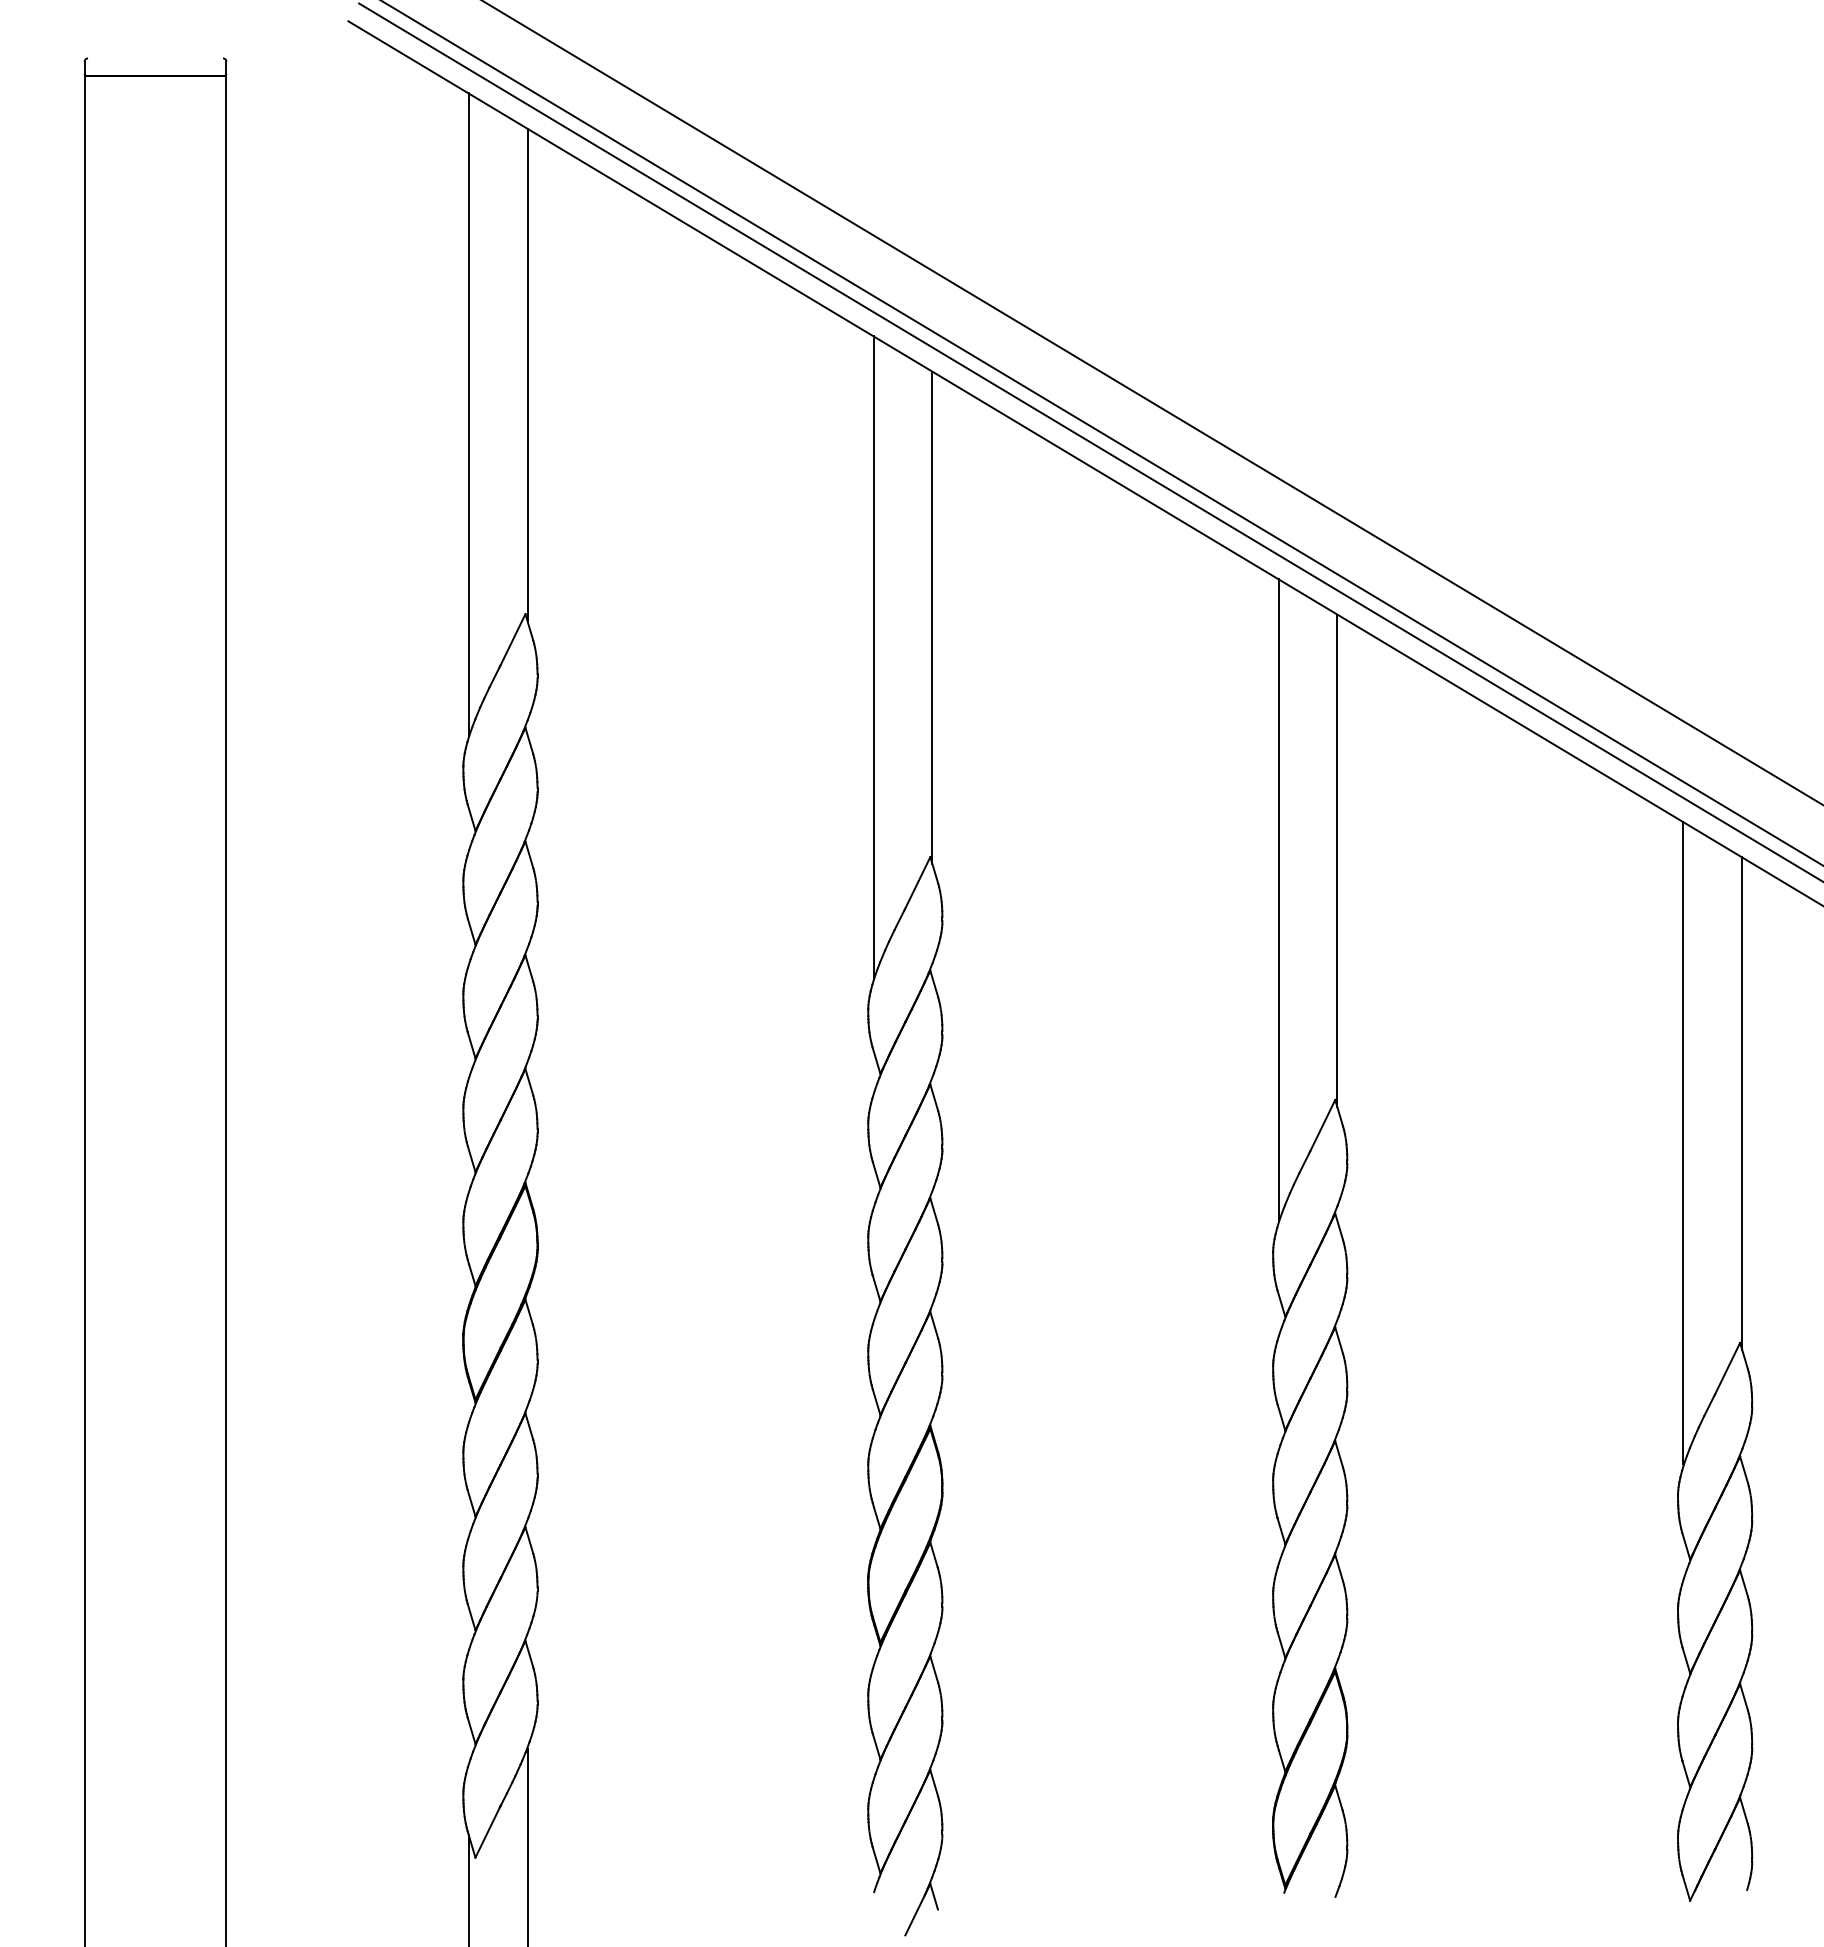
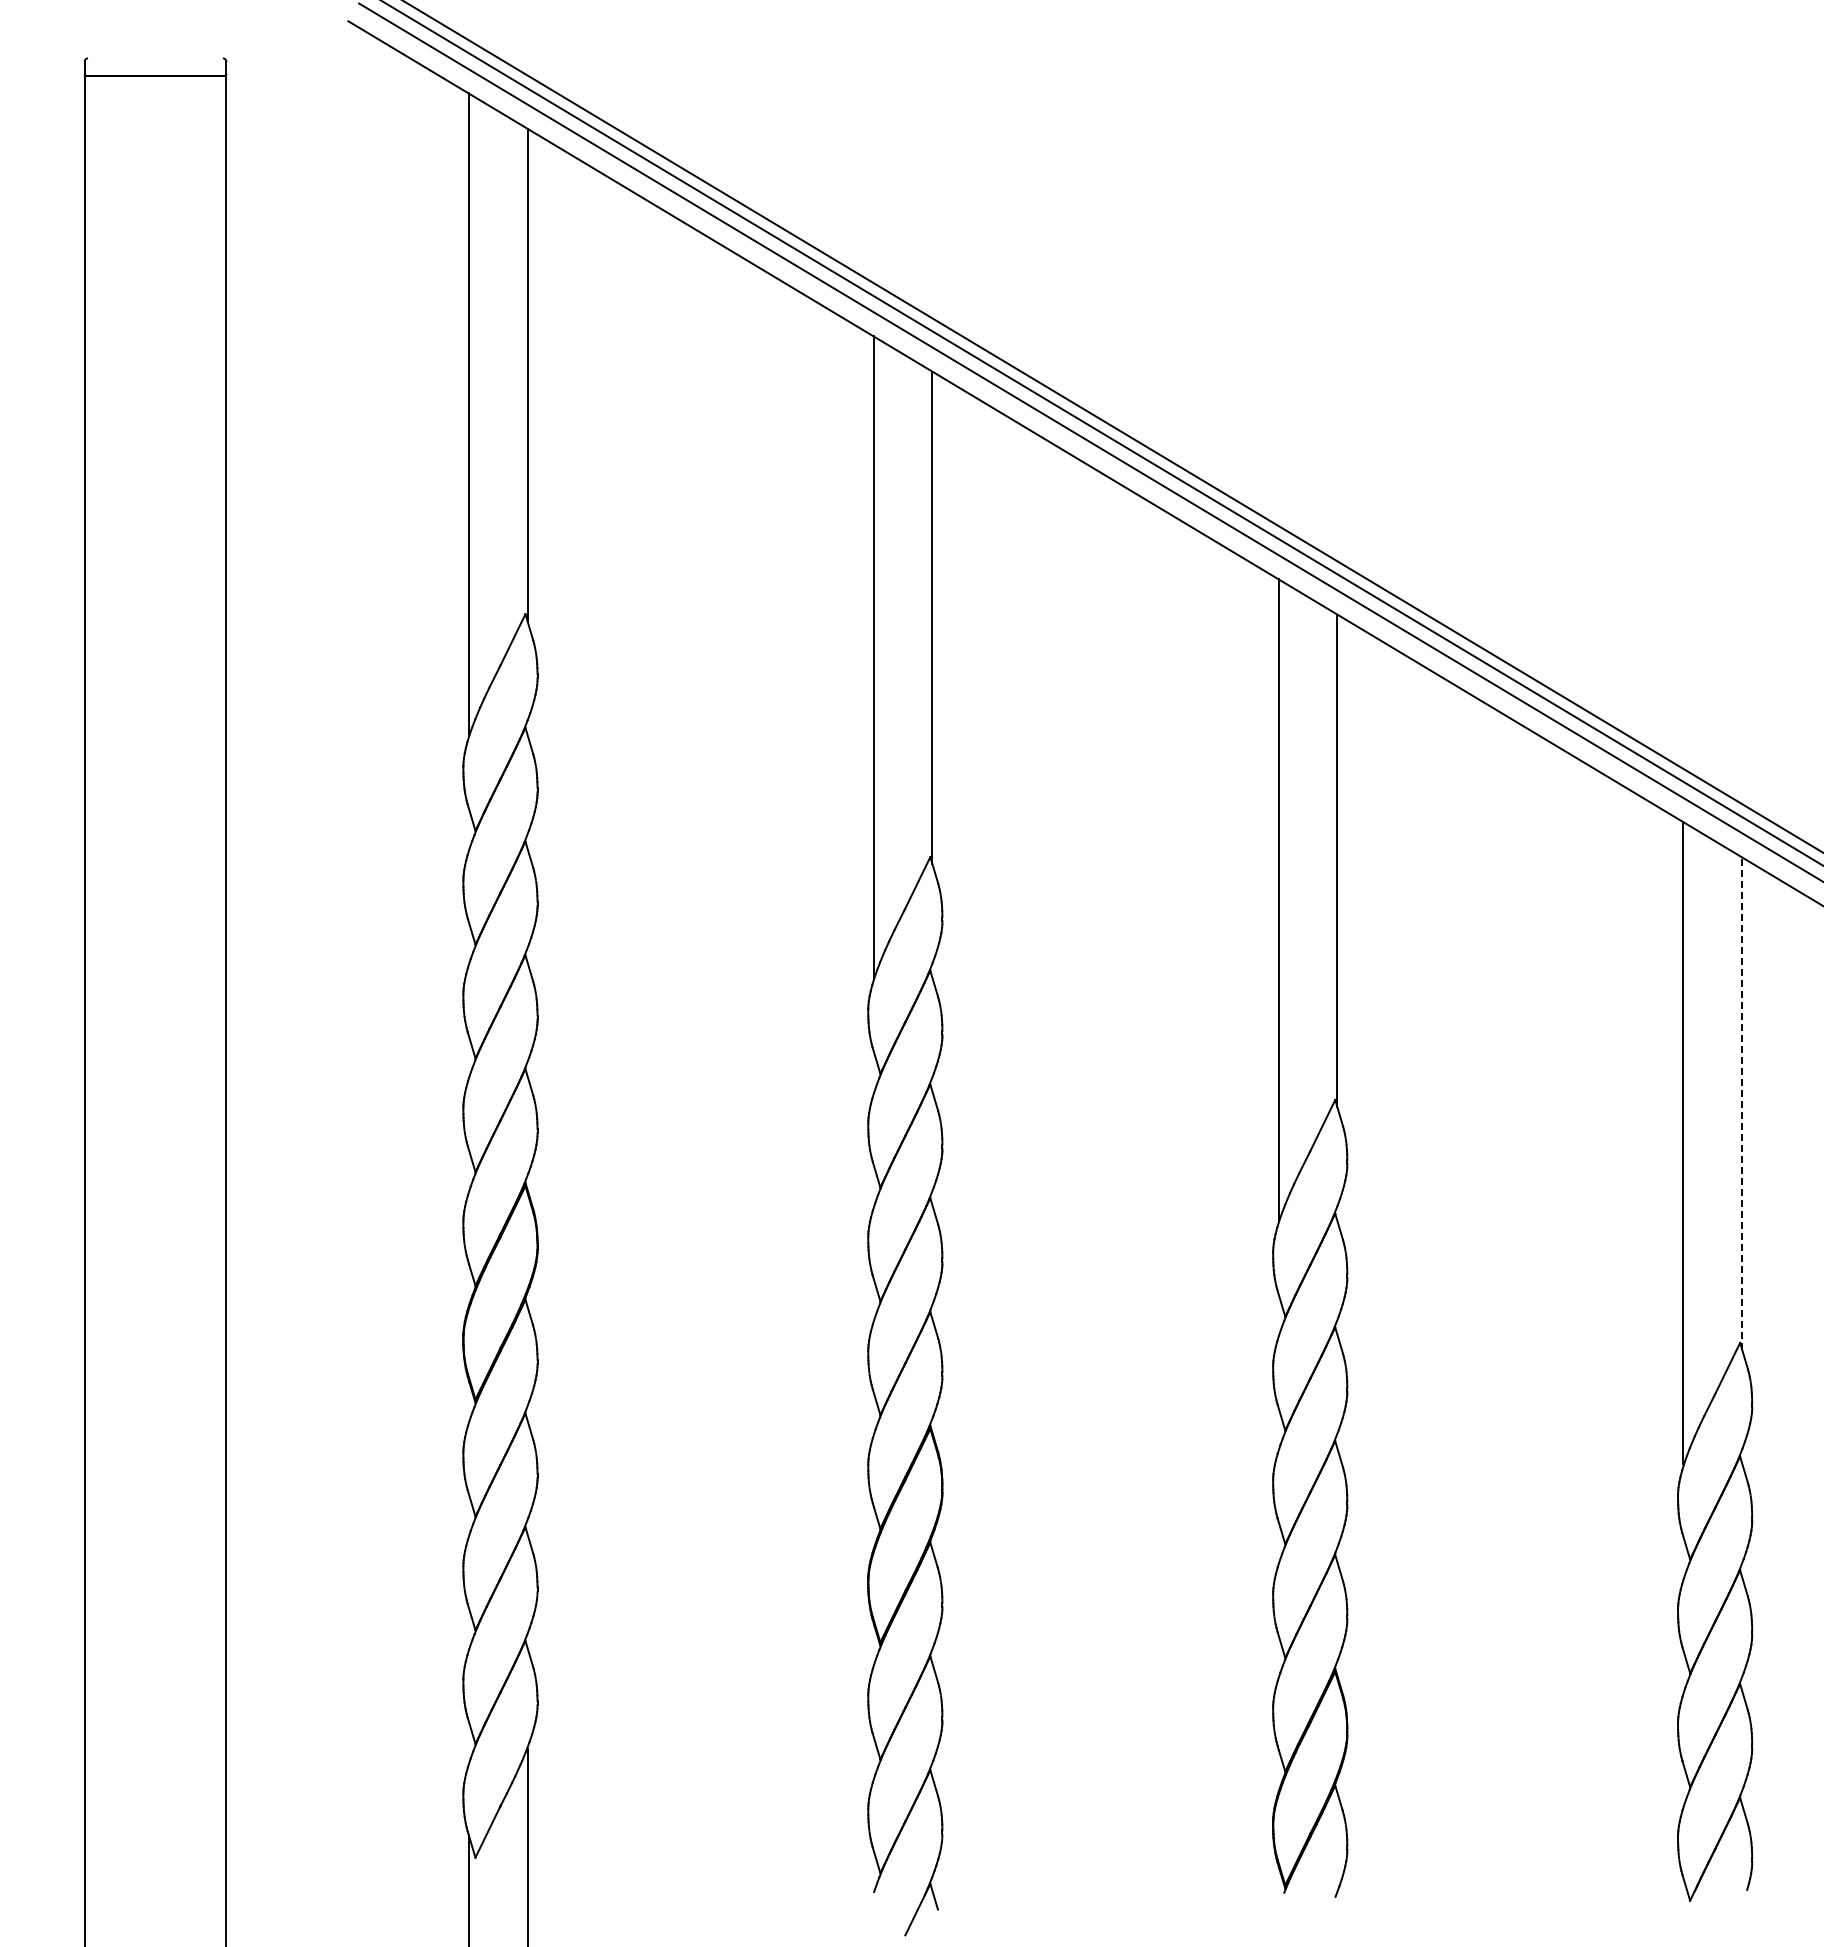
line at (1152, 402) position: (1152, 402) -> (1112, 426)
line at (1742, 1103): solid -> dashed
